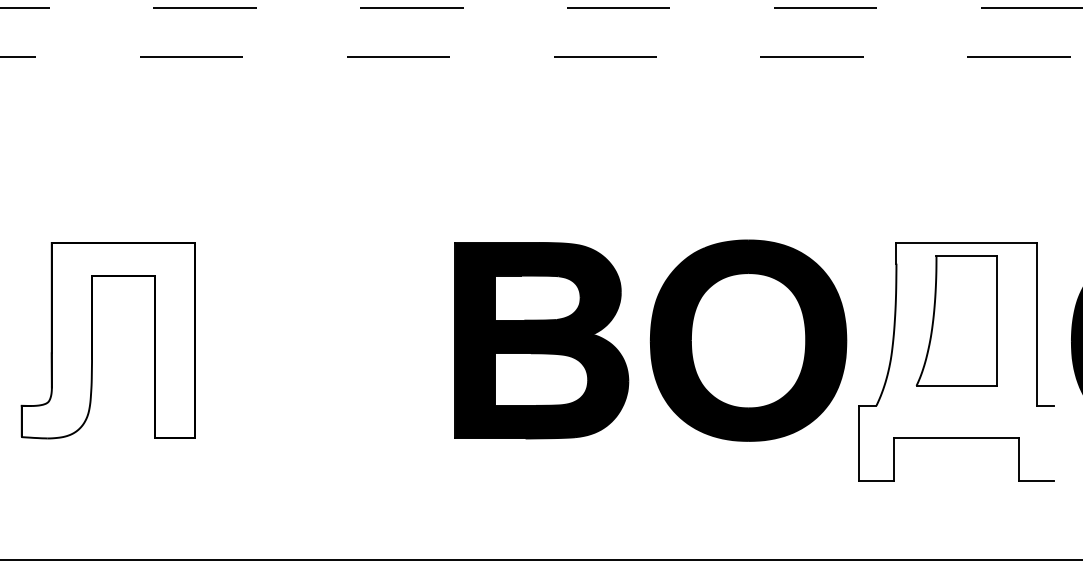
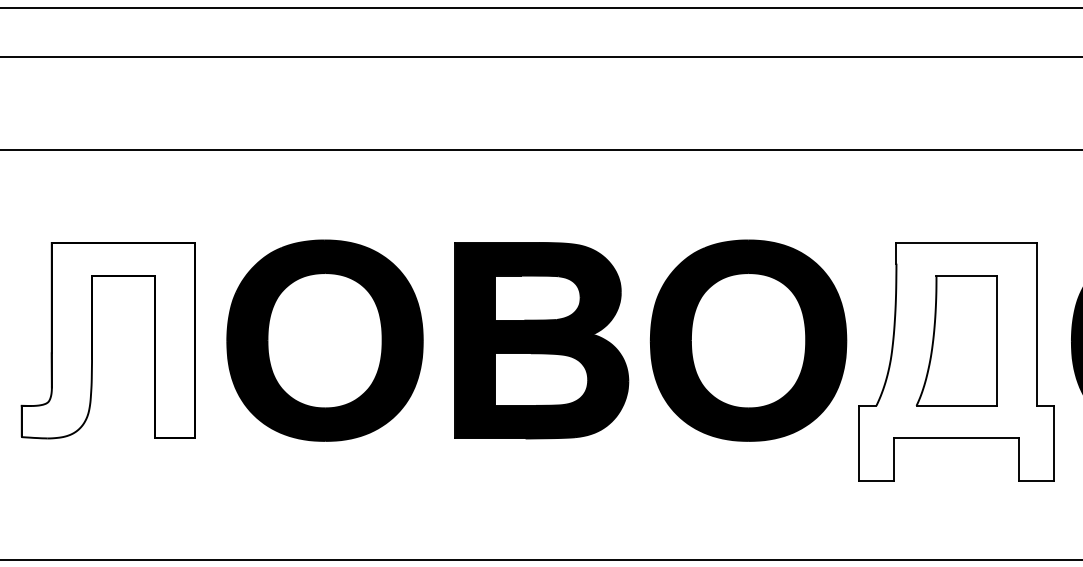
line at (541, 7): dashed -> solid
line at (541, 56): dashed -> solid
line at (540, 150): none -> present
part at (956, 320) position: (956, 320) -> (956, 340)
part at (324, 340): none -> present
line at (1054, 443): none -> present
